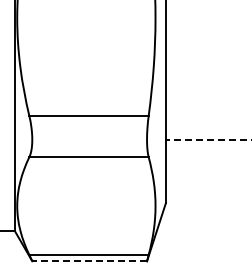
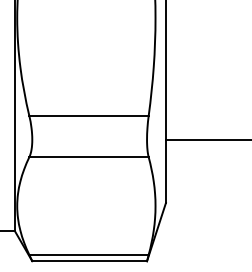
line at (208, 140): dashed -> solid
line at (89, 261): dashed -> solid
